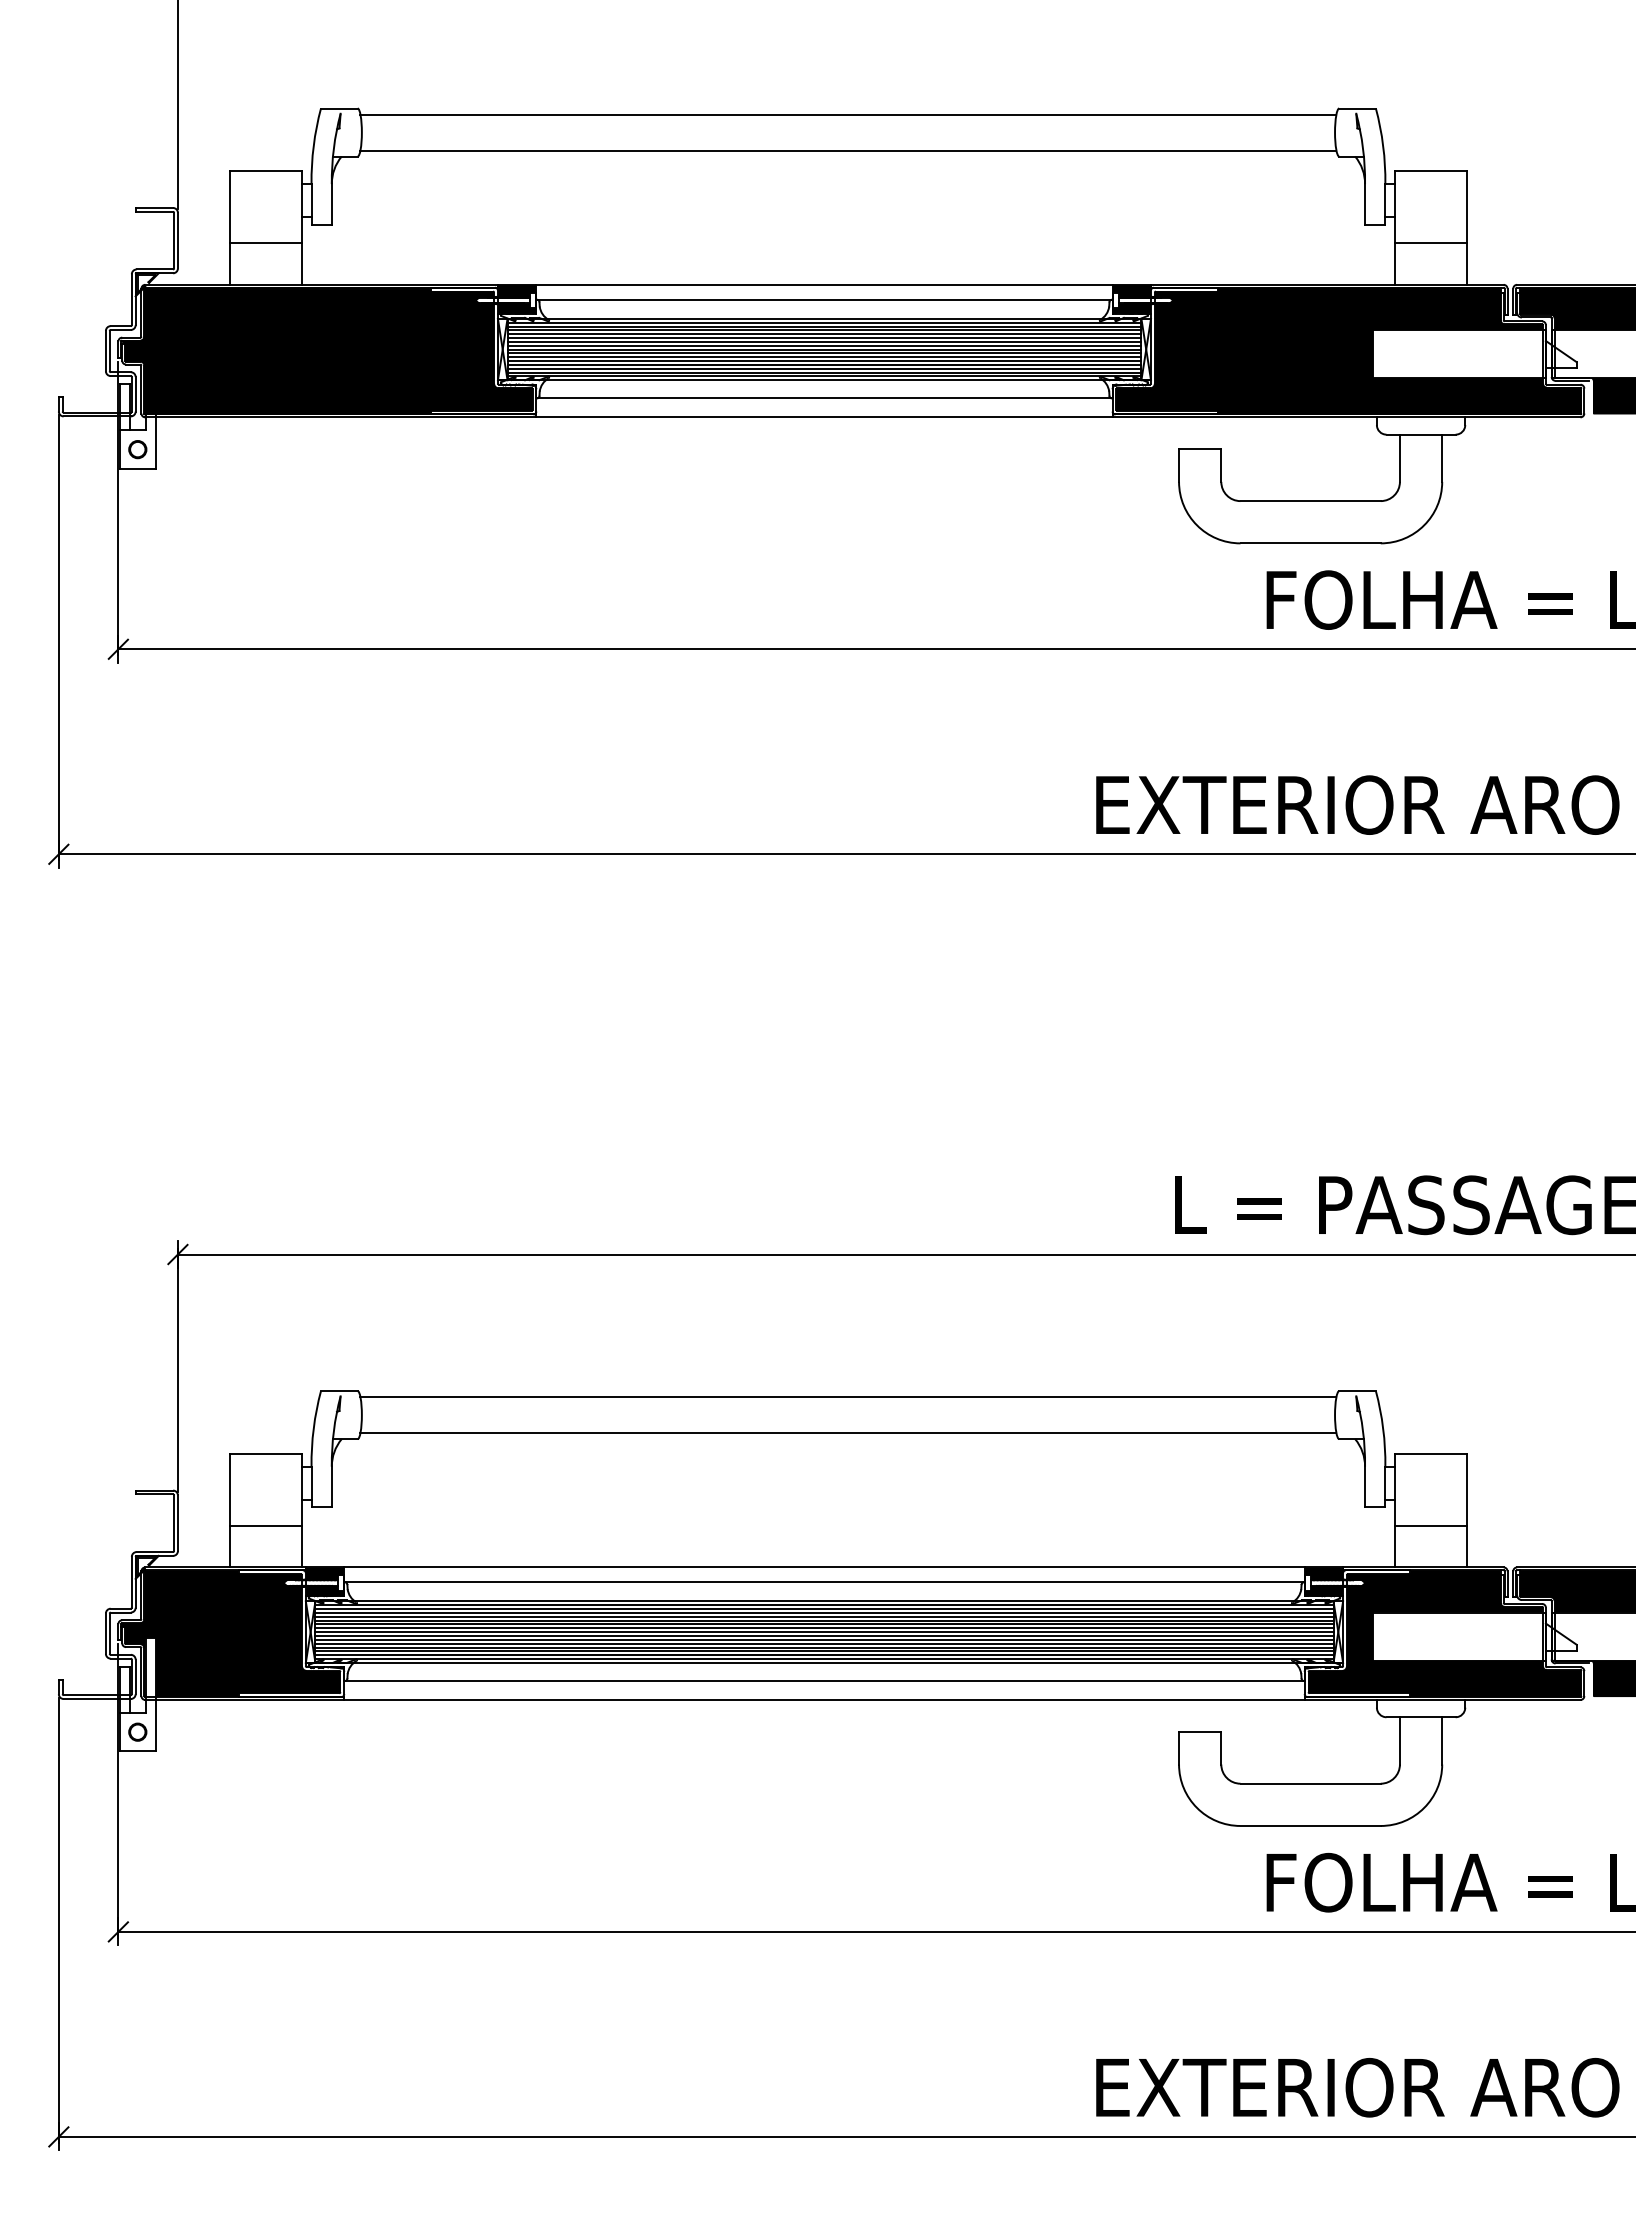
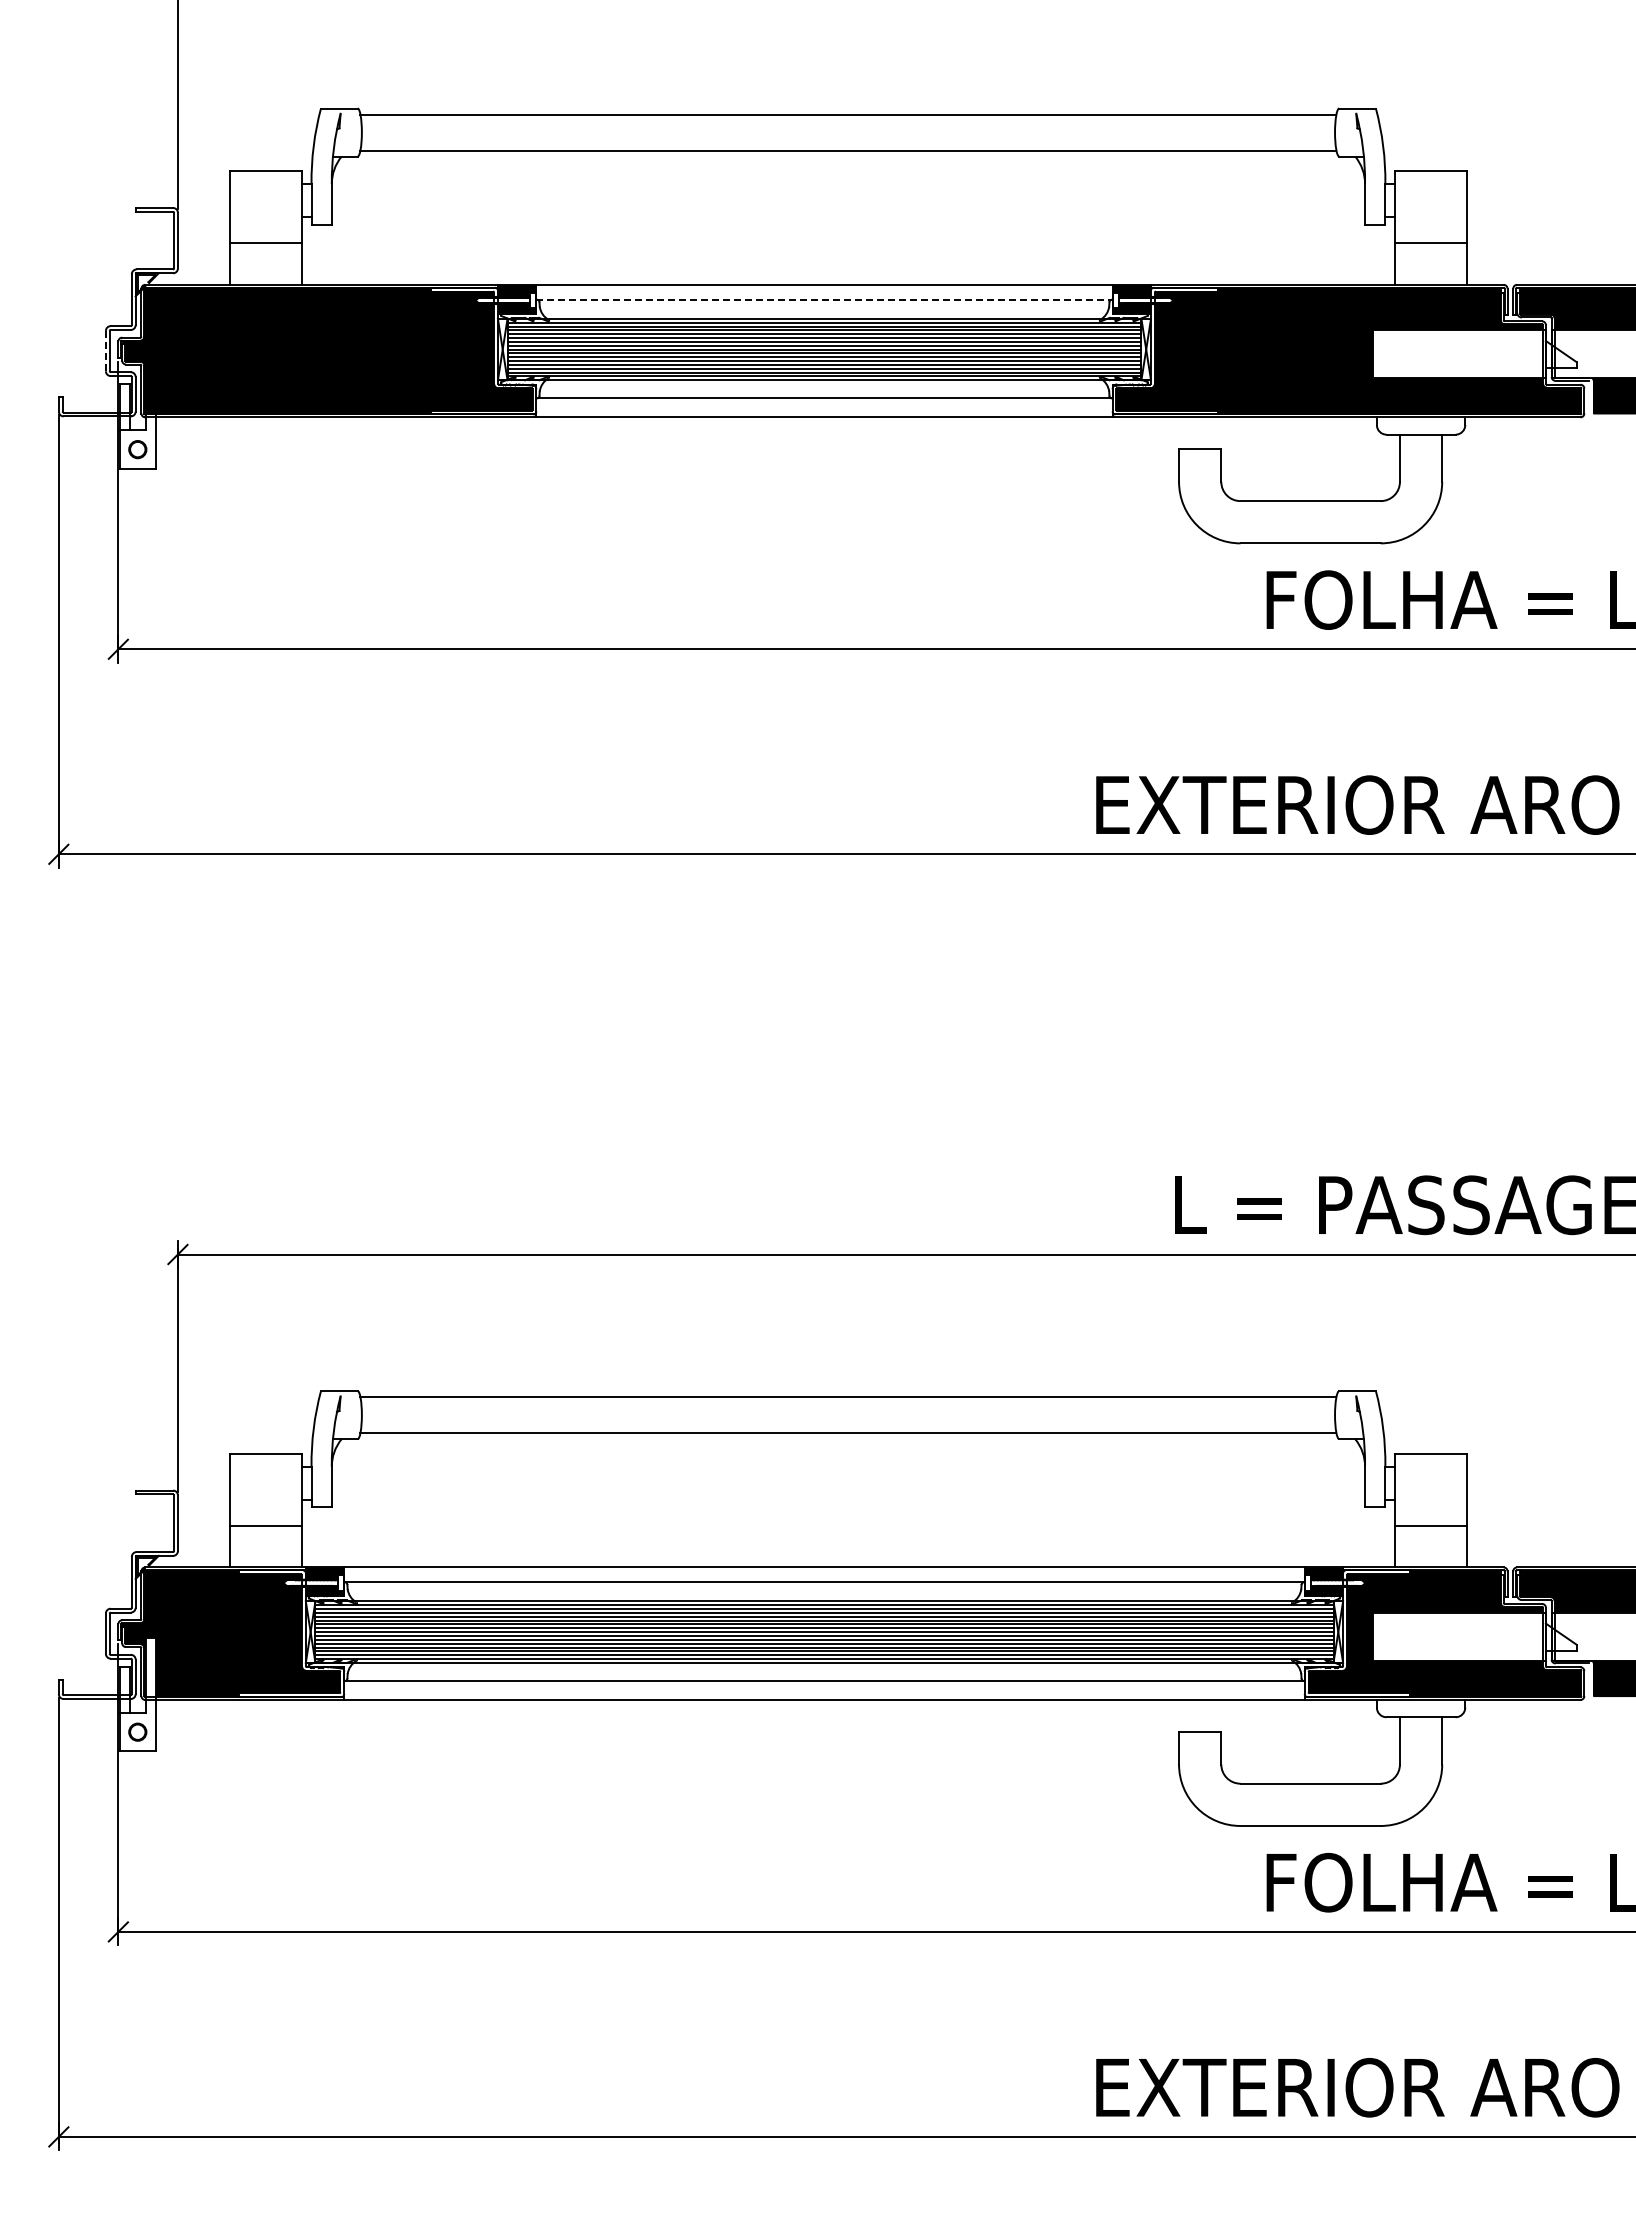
line at (824, 299): solid -> dashed
line at (105, 350): solid -> dashed
